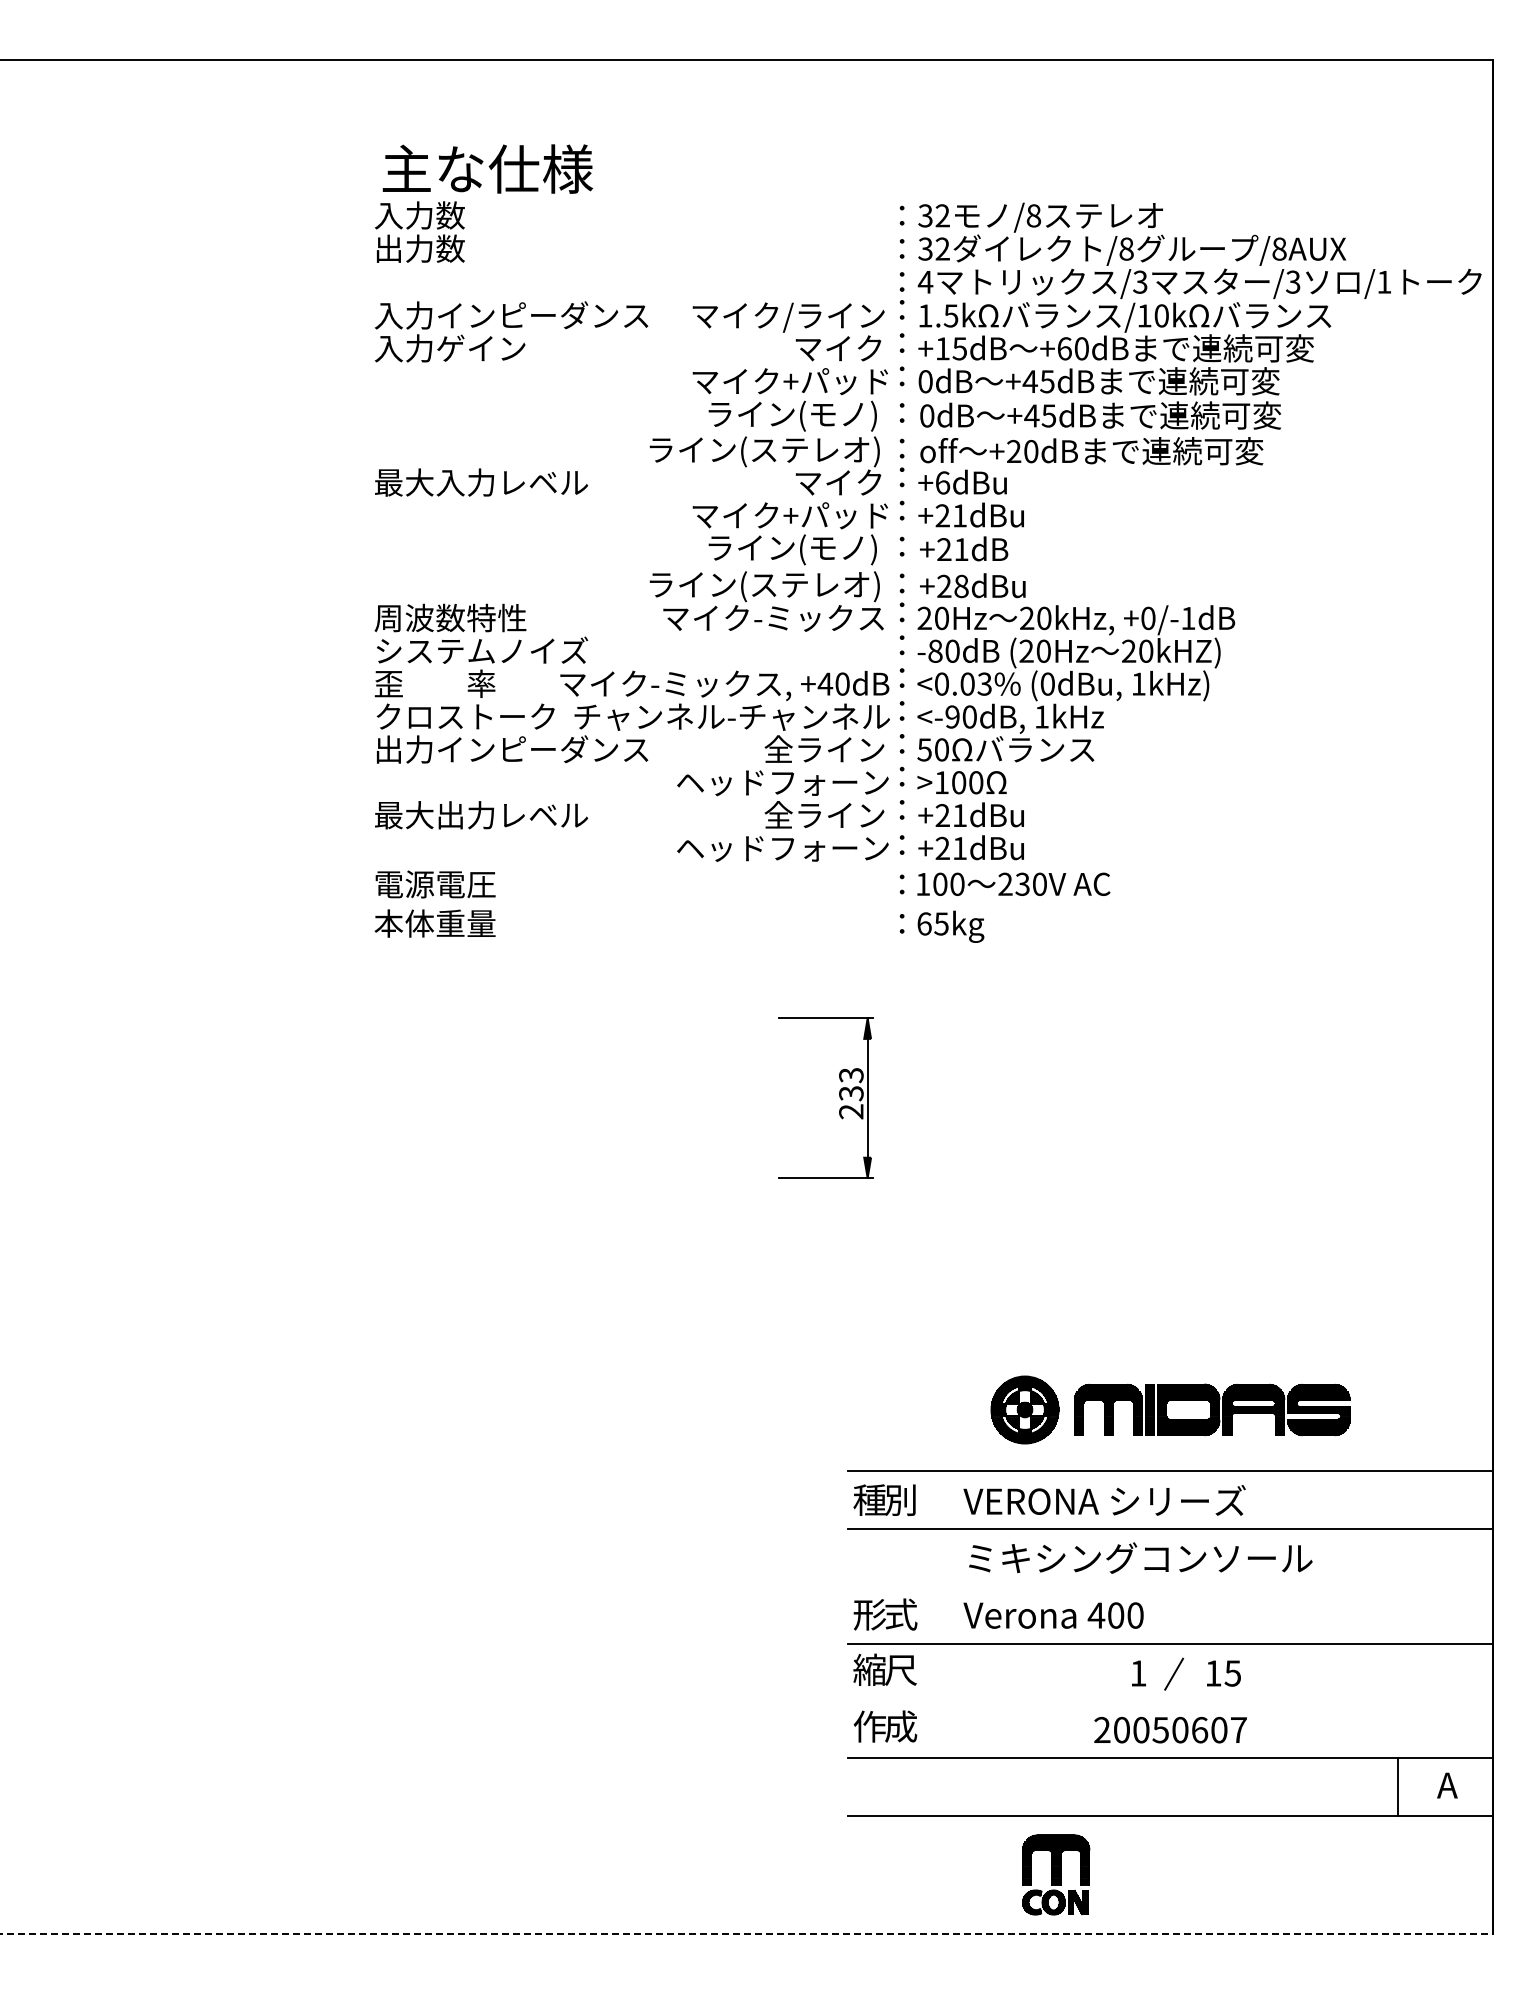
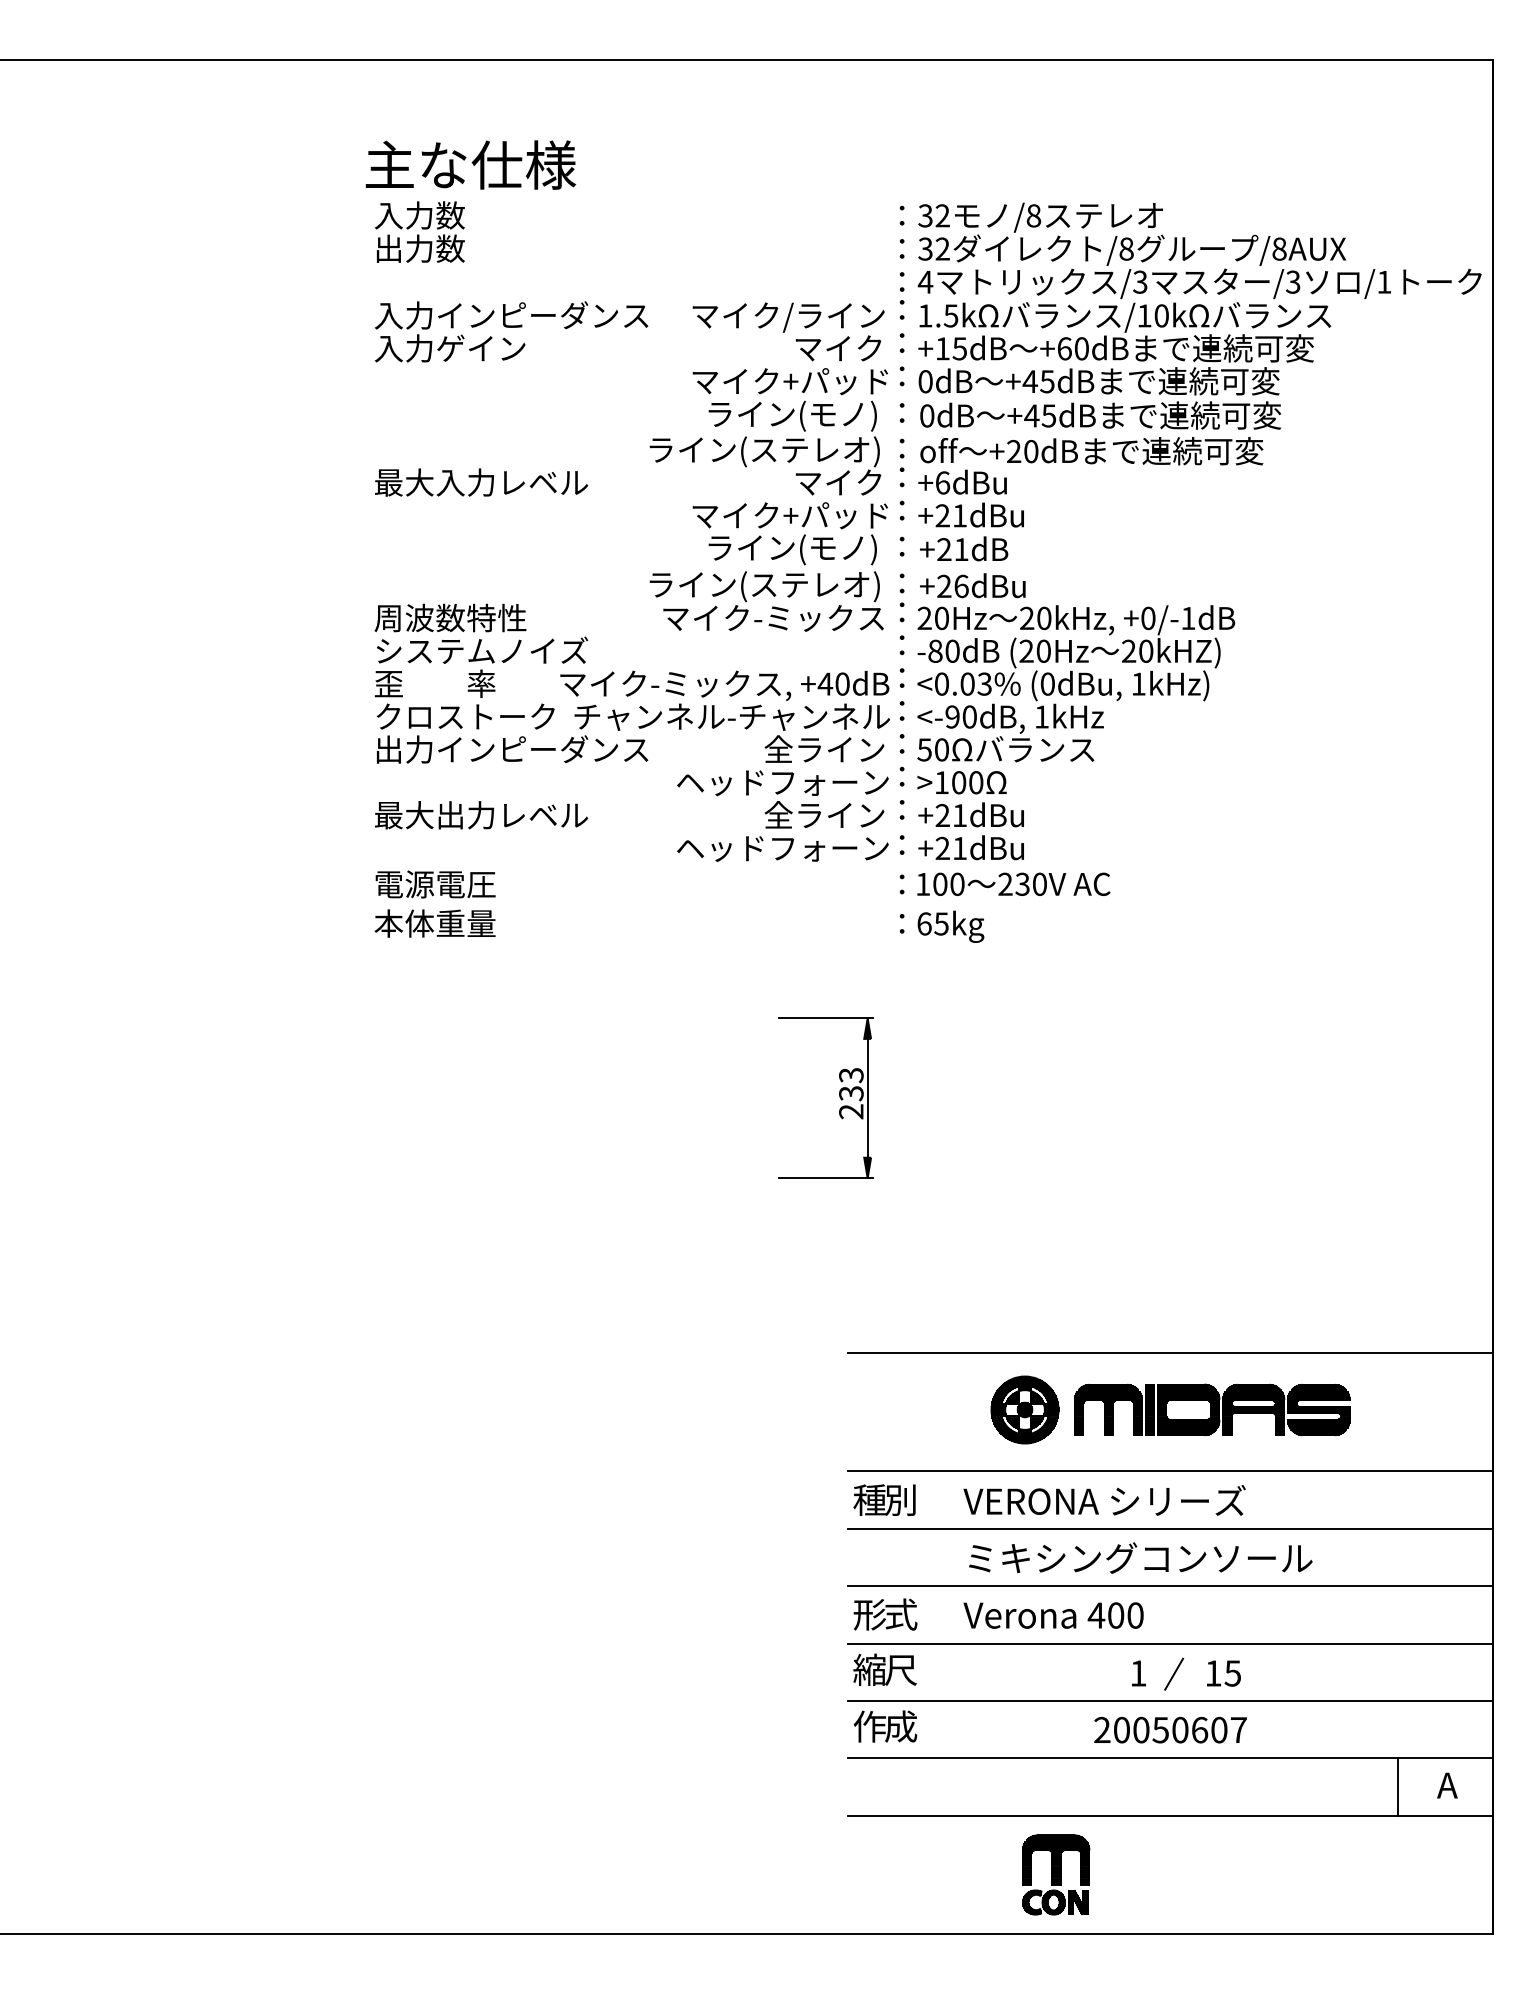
text at (487, 168) position: (487, 168) -> (470, 164)
text at (961, 586): +28dBu -> +26dBu
line at (1170, 1352): none -> present
line at (1170, 1586): none -> present
line at (1170, 1700): none -> present
line at (746, 1934): dashed -> solid
